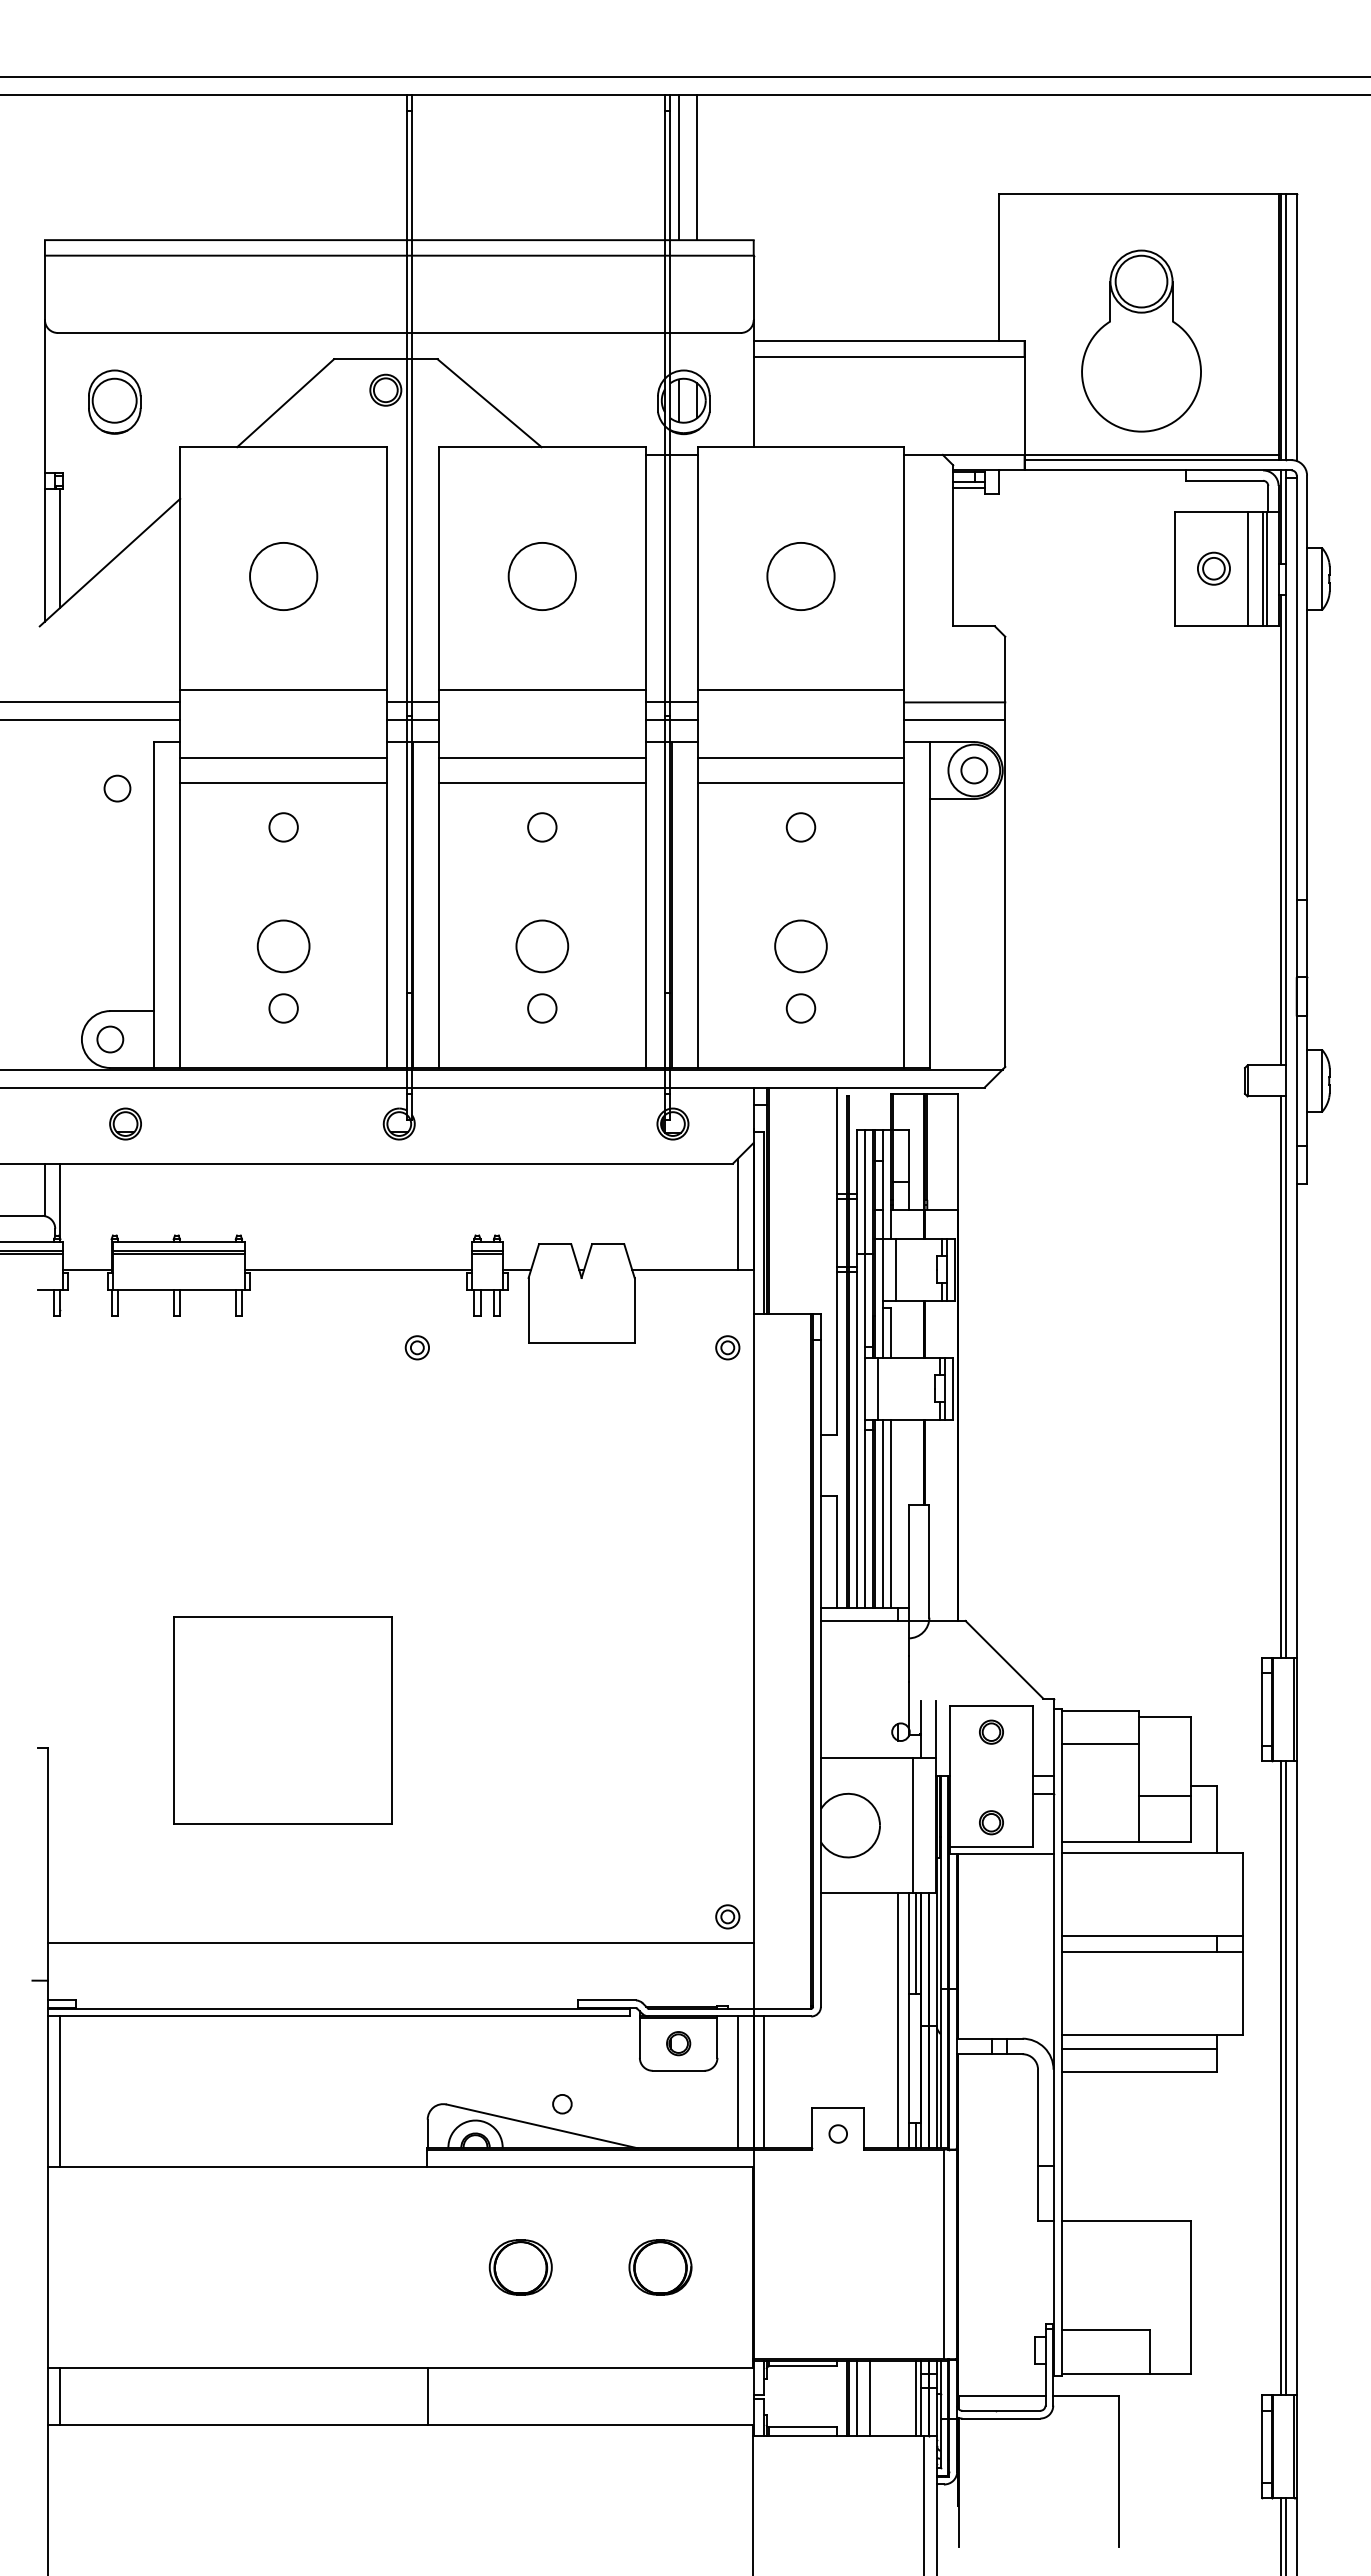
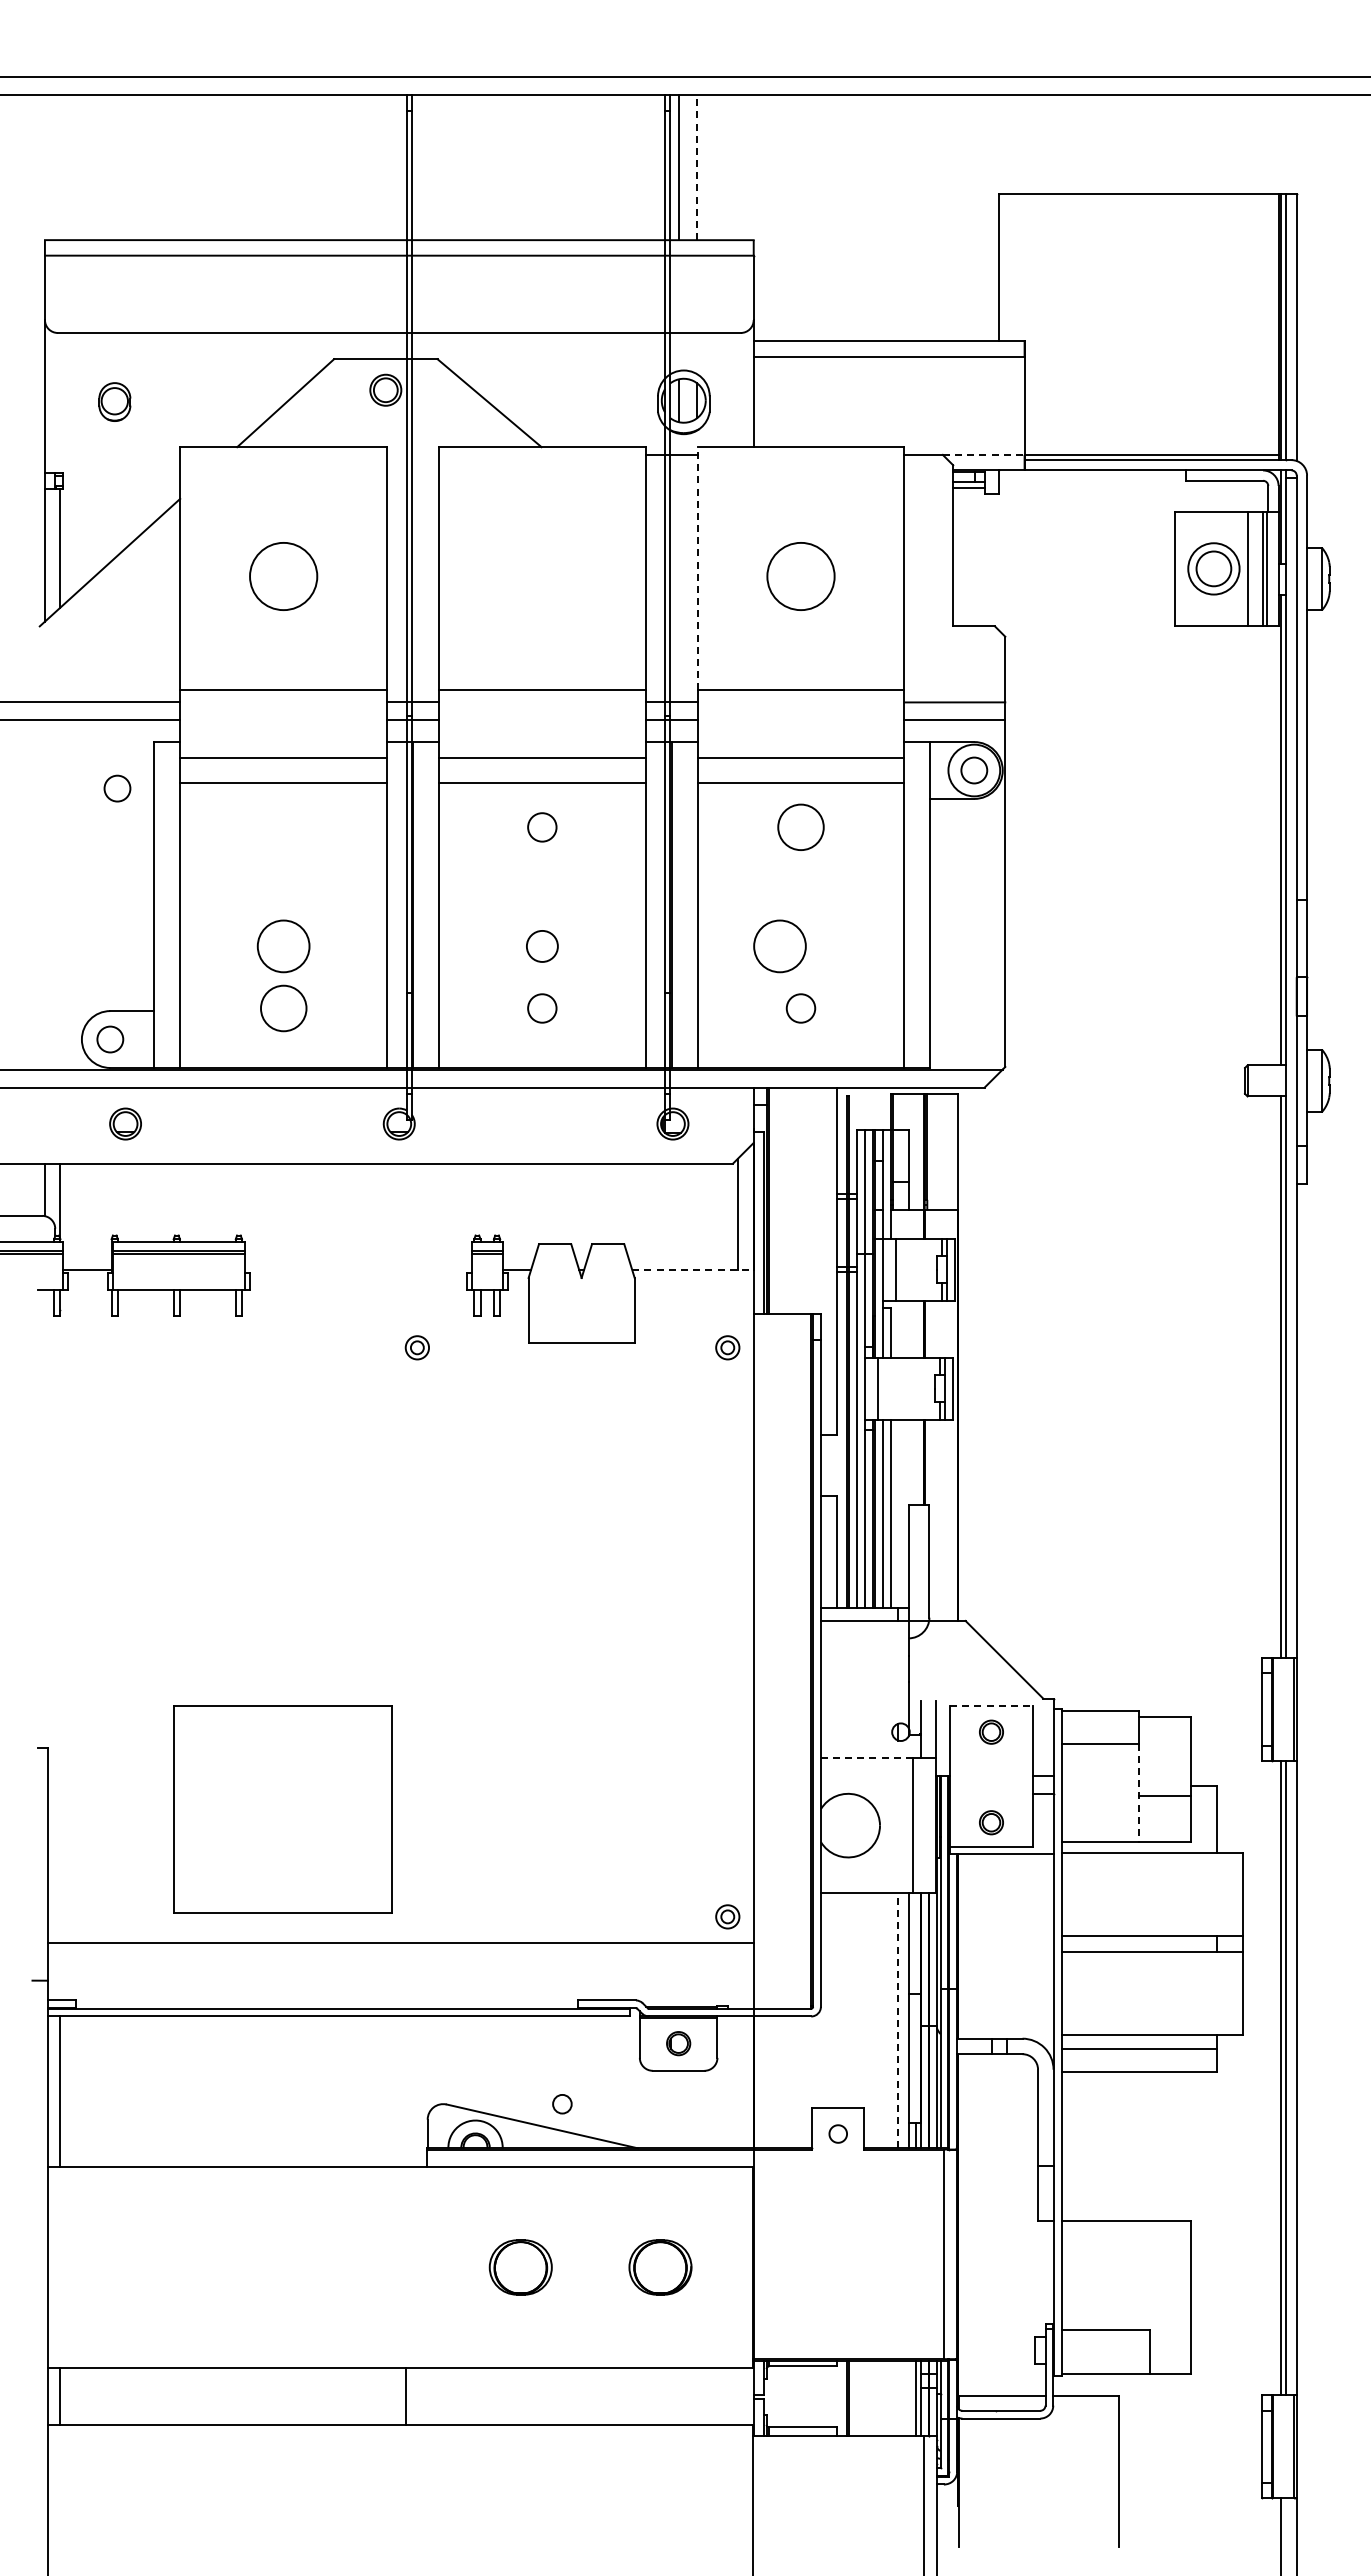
line at (696, 167): solid -> dashed
part at (1141, 340): present -> none
part at (114, 401) size: 54x66 px -> 34x40 px
line at (983, 454): solid -> dashed
line at (697, 568): solid -> dashed
part at (1213, 568) size: 34x35 px -> 54x54 px
circle at (541, 576): present -> none
circle at (283, 827): present -> none
circle at (800, 827) size: 32x31 px -> 48x48 px
circle at (542, 946) size: 55x55 px -> 33x33 px
circle at (800, 946) position: (800, 946) -> (779, 946)
circle at (283, 1008) size: 31x31 px -> 48x49 px
line at (357, 1270): present -> none
line at (692, 1270): solid -> dashed
line at (991, 1706): solid -> dashed
part at (282, 1720) position: (282, 1720) -> (282, 1809)
line at (866, 1758): solid -> dashed
line at (1139, 1793): solid -> dashed
line at (915, 1942): present -> none
line at (898, 2020): solid -> dashed
line at (738, 2082): present -> none
line at (763, 2082): present -> none
line at (427, 2396) position: (427, 2396) -> (405, 2396)
line at (857, 2397): present -> none
line at (869, 2397): present -> none
line at (1286, 2535): present -> none
